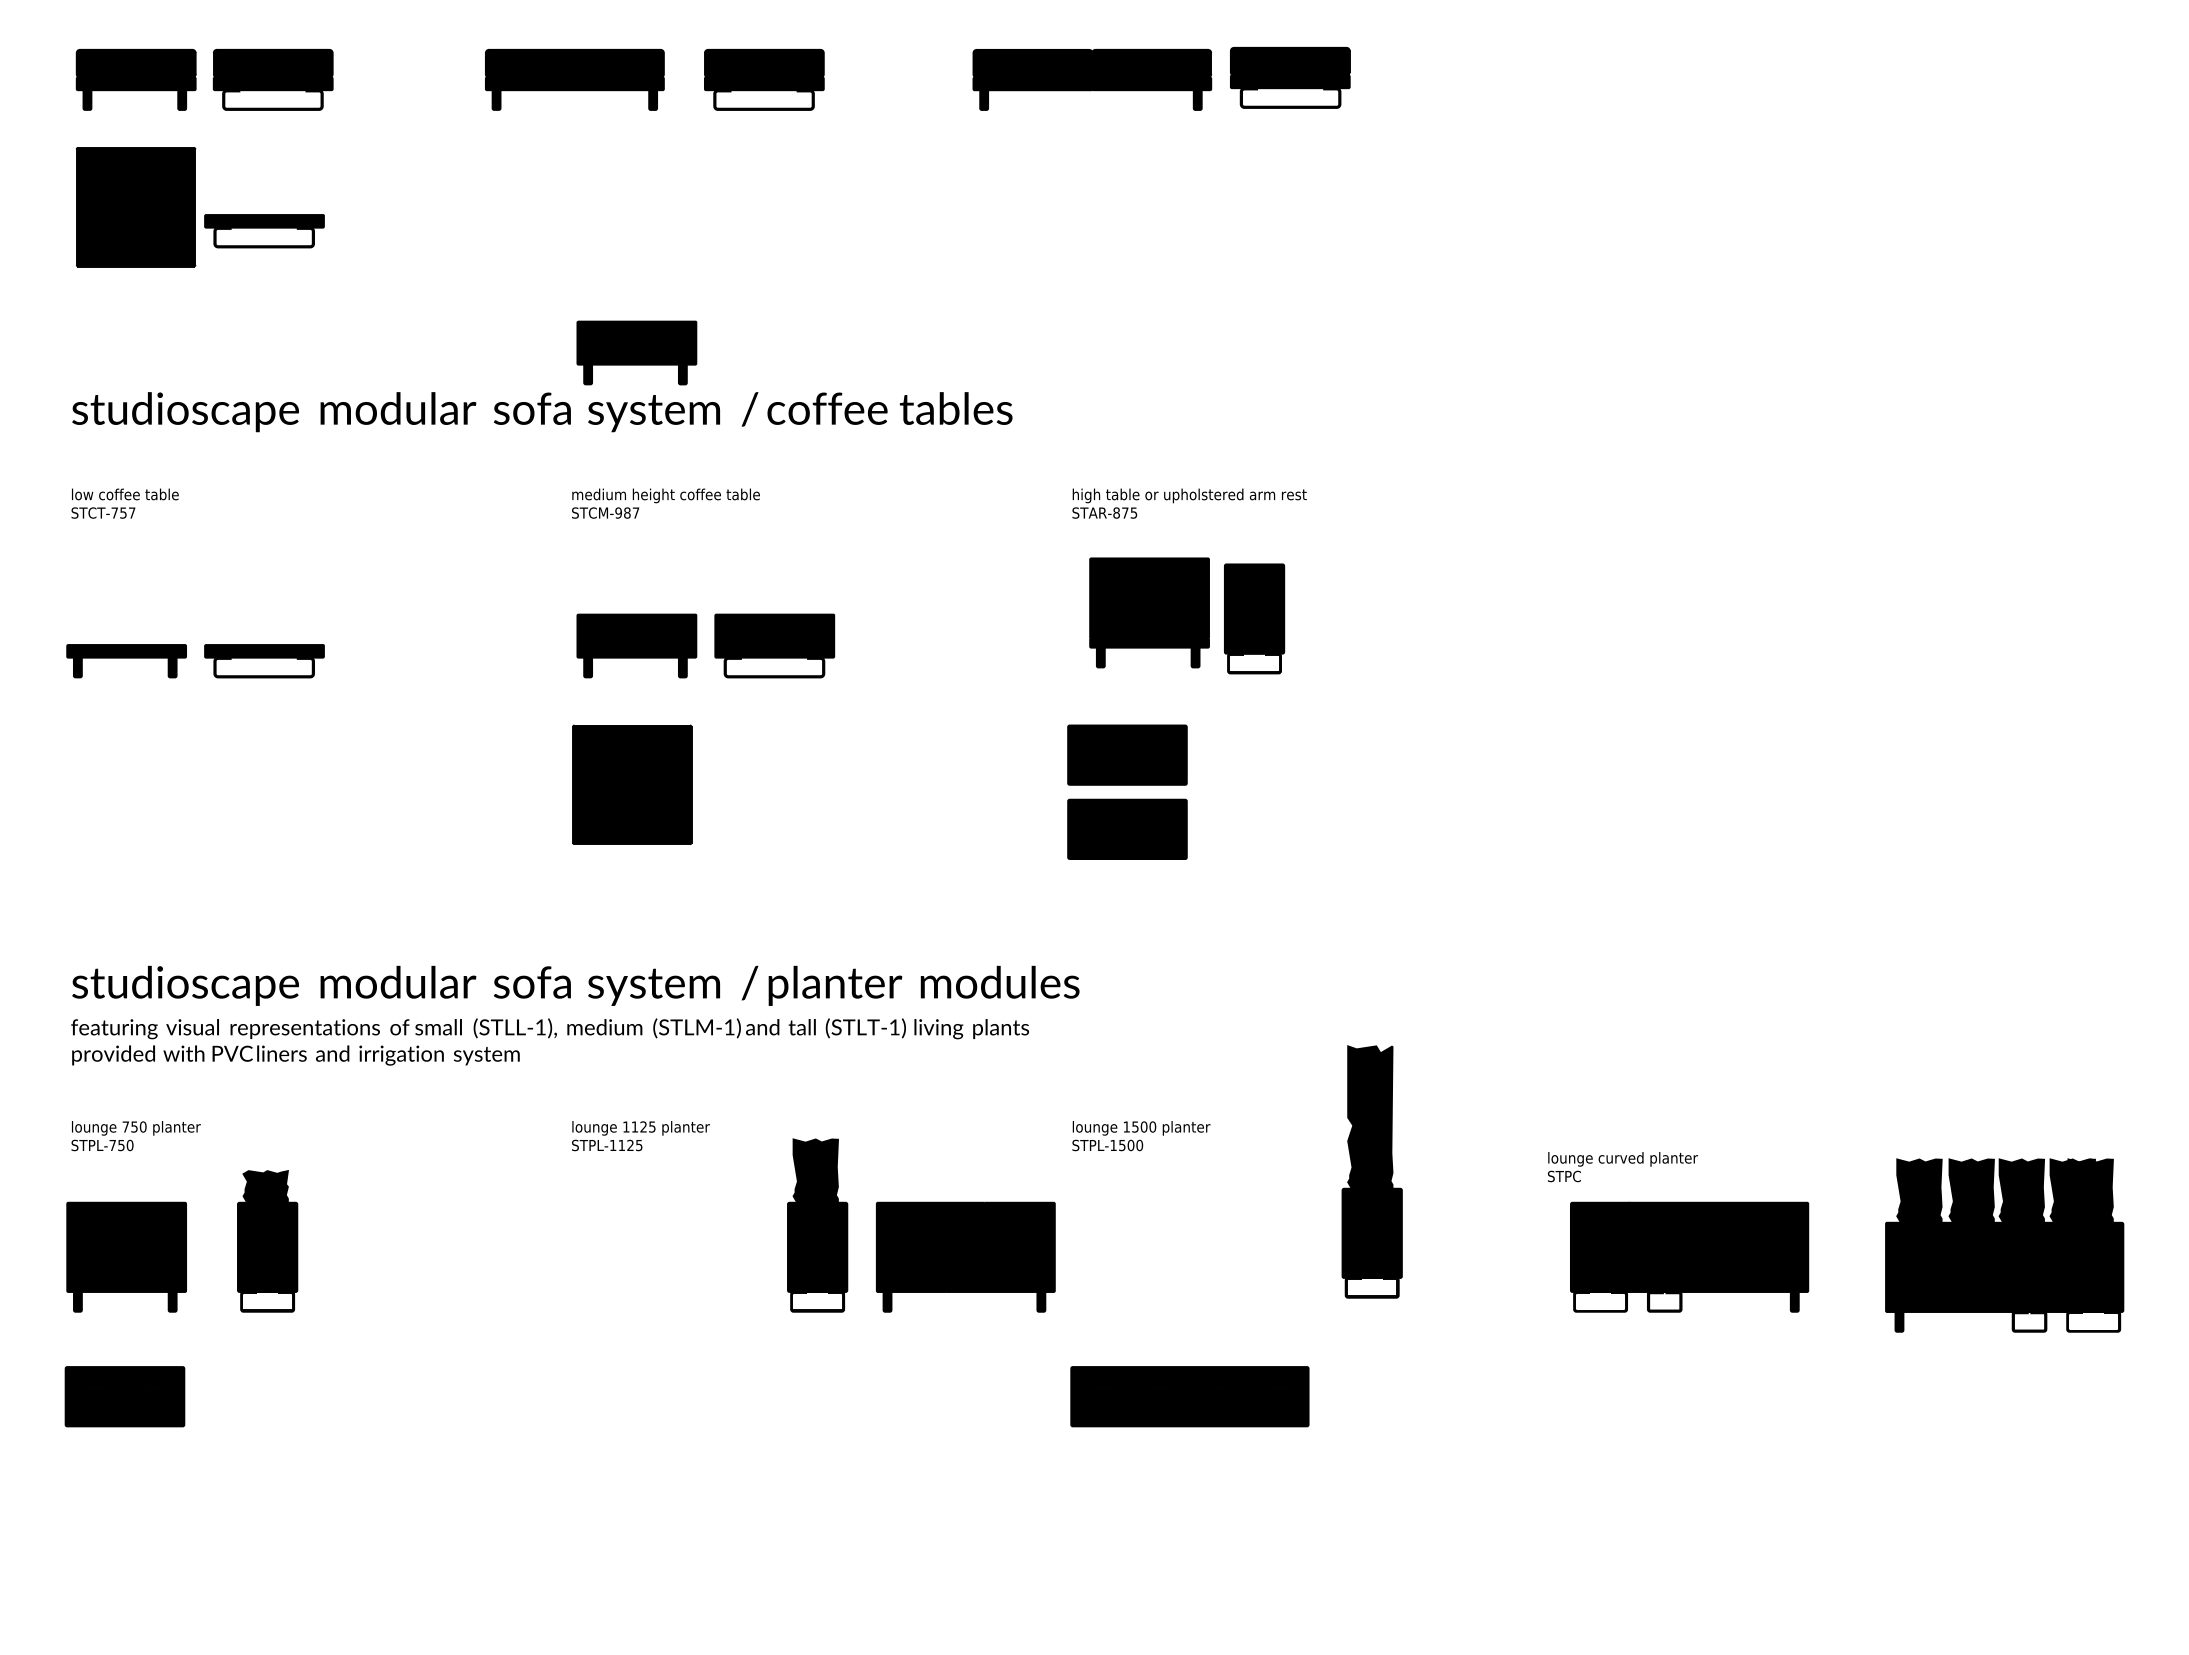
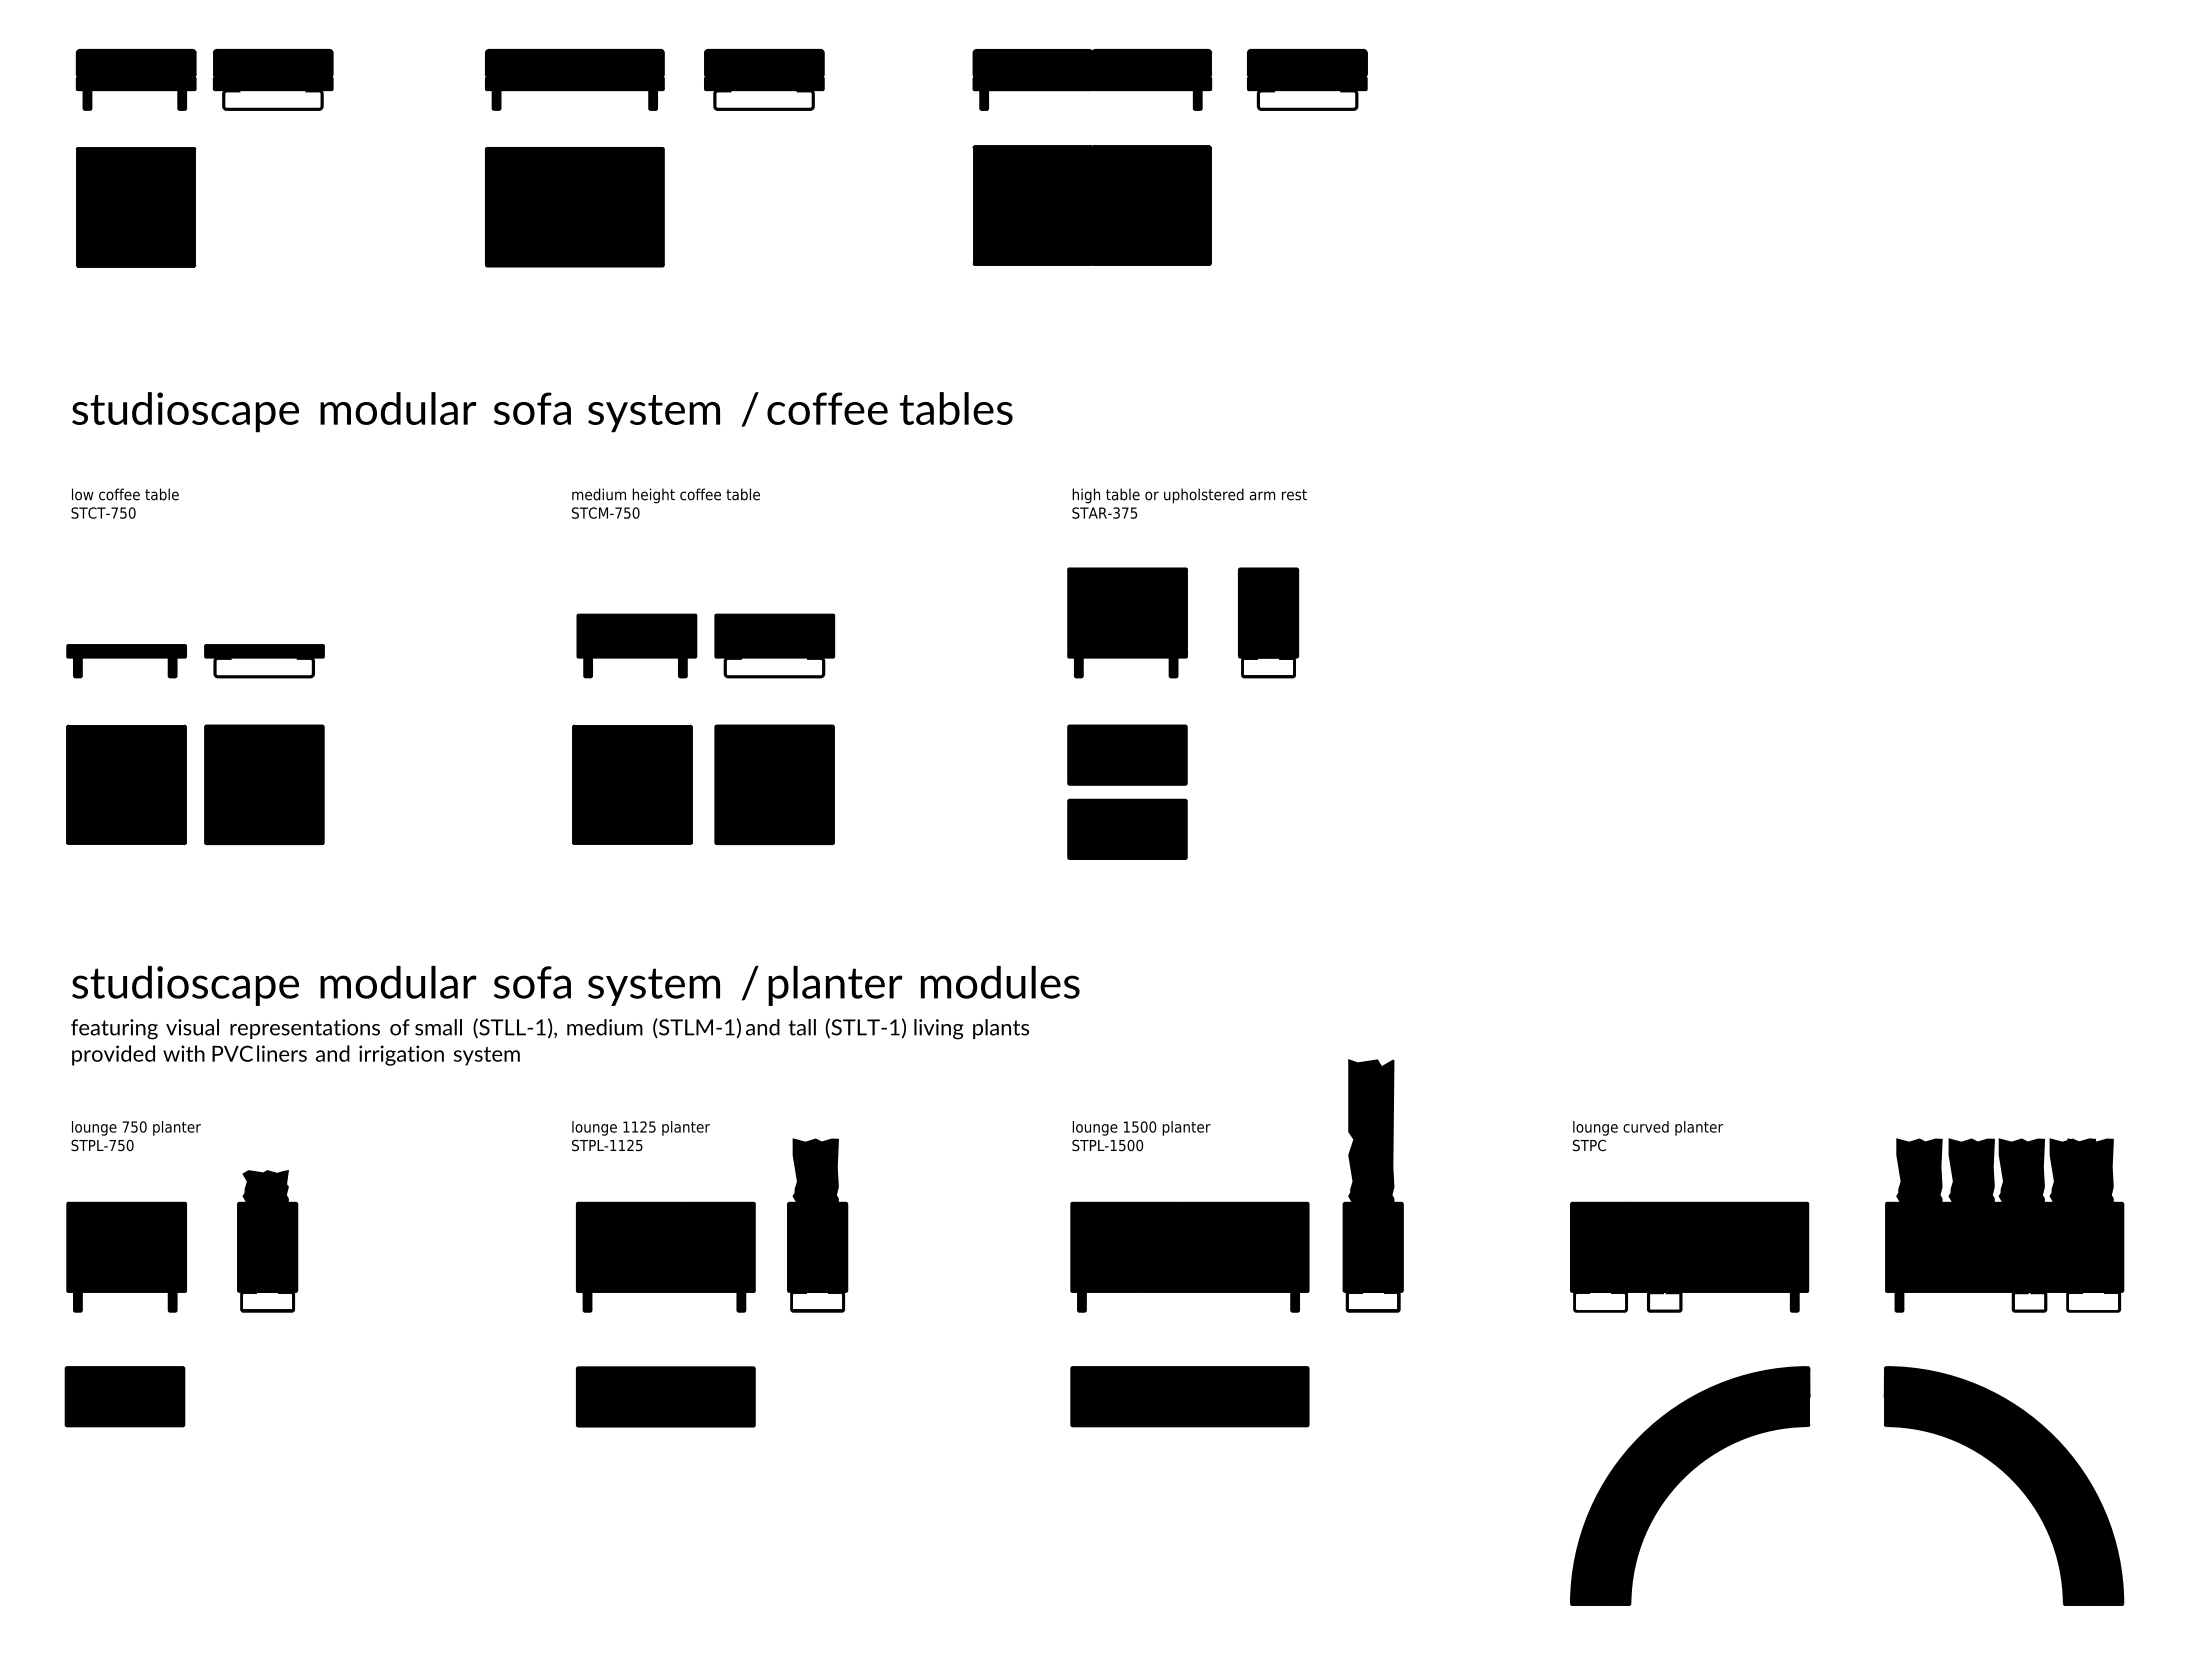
part at (1290, 77) position: (1290, 77) -> (1307, 79)
part at (1091, 205): none -> present
part at (574, 207): none -> present
part at (264, 231): present -> none
part at (636, 352): present -> none
text at (131, 512): STCT-757 -> STCT-750
text at (627, 512): STCM-987 -> STCM-750
text at (1116, 512): STAR-875 -> STAR-375
part at (1149, 612) position: (1149, 612) -> (1127, 622)
part at (1254, 618) position: (1254, 618) -> (1268, 622)
part at (126, 784): none -> present
part at (264, 784): none -> present
part at (774, 784): none -> present
text at (1622, 1167) position: (1622, 1167) -> (1647, 1136)
part at (1371, 1171) position: (1371, 1171) -> (1372, 1185)
part at (2004, 1245) position: (2004, 1245) -> (2004, 1225)
part at (965, 1256) position: (965, 1256) -> (665, 1256)
part at (1189, 1256): none -> present
part at (665, 1396): none -> present
part at (1684, 1478): none -> present
part at (2010, 1478): none -> present
